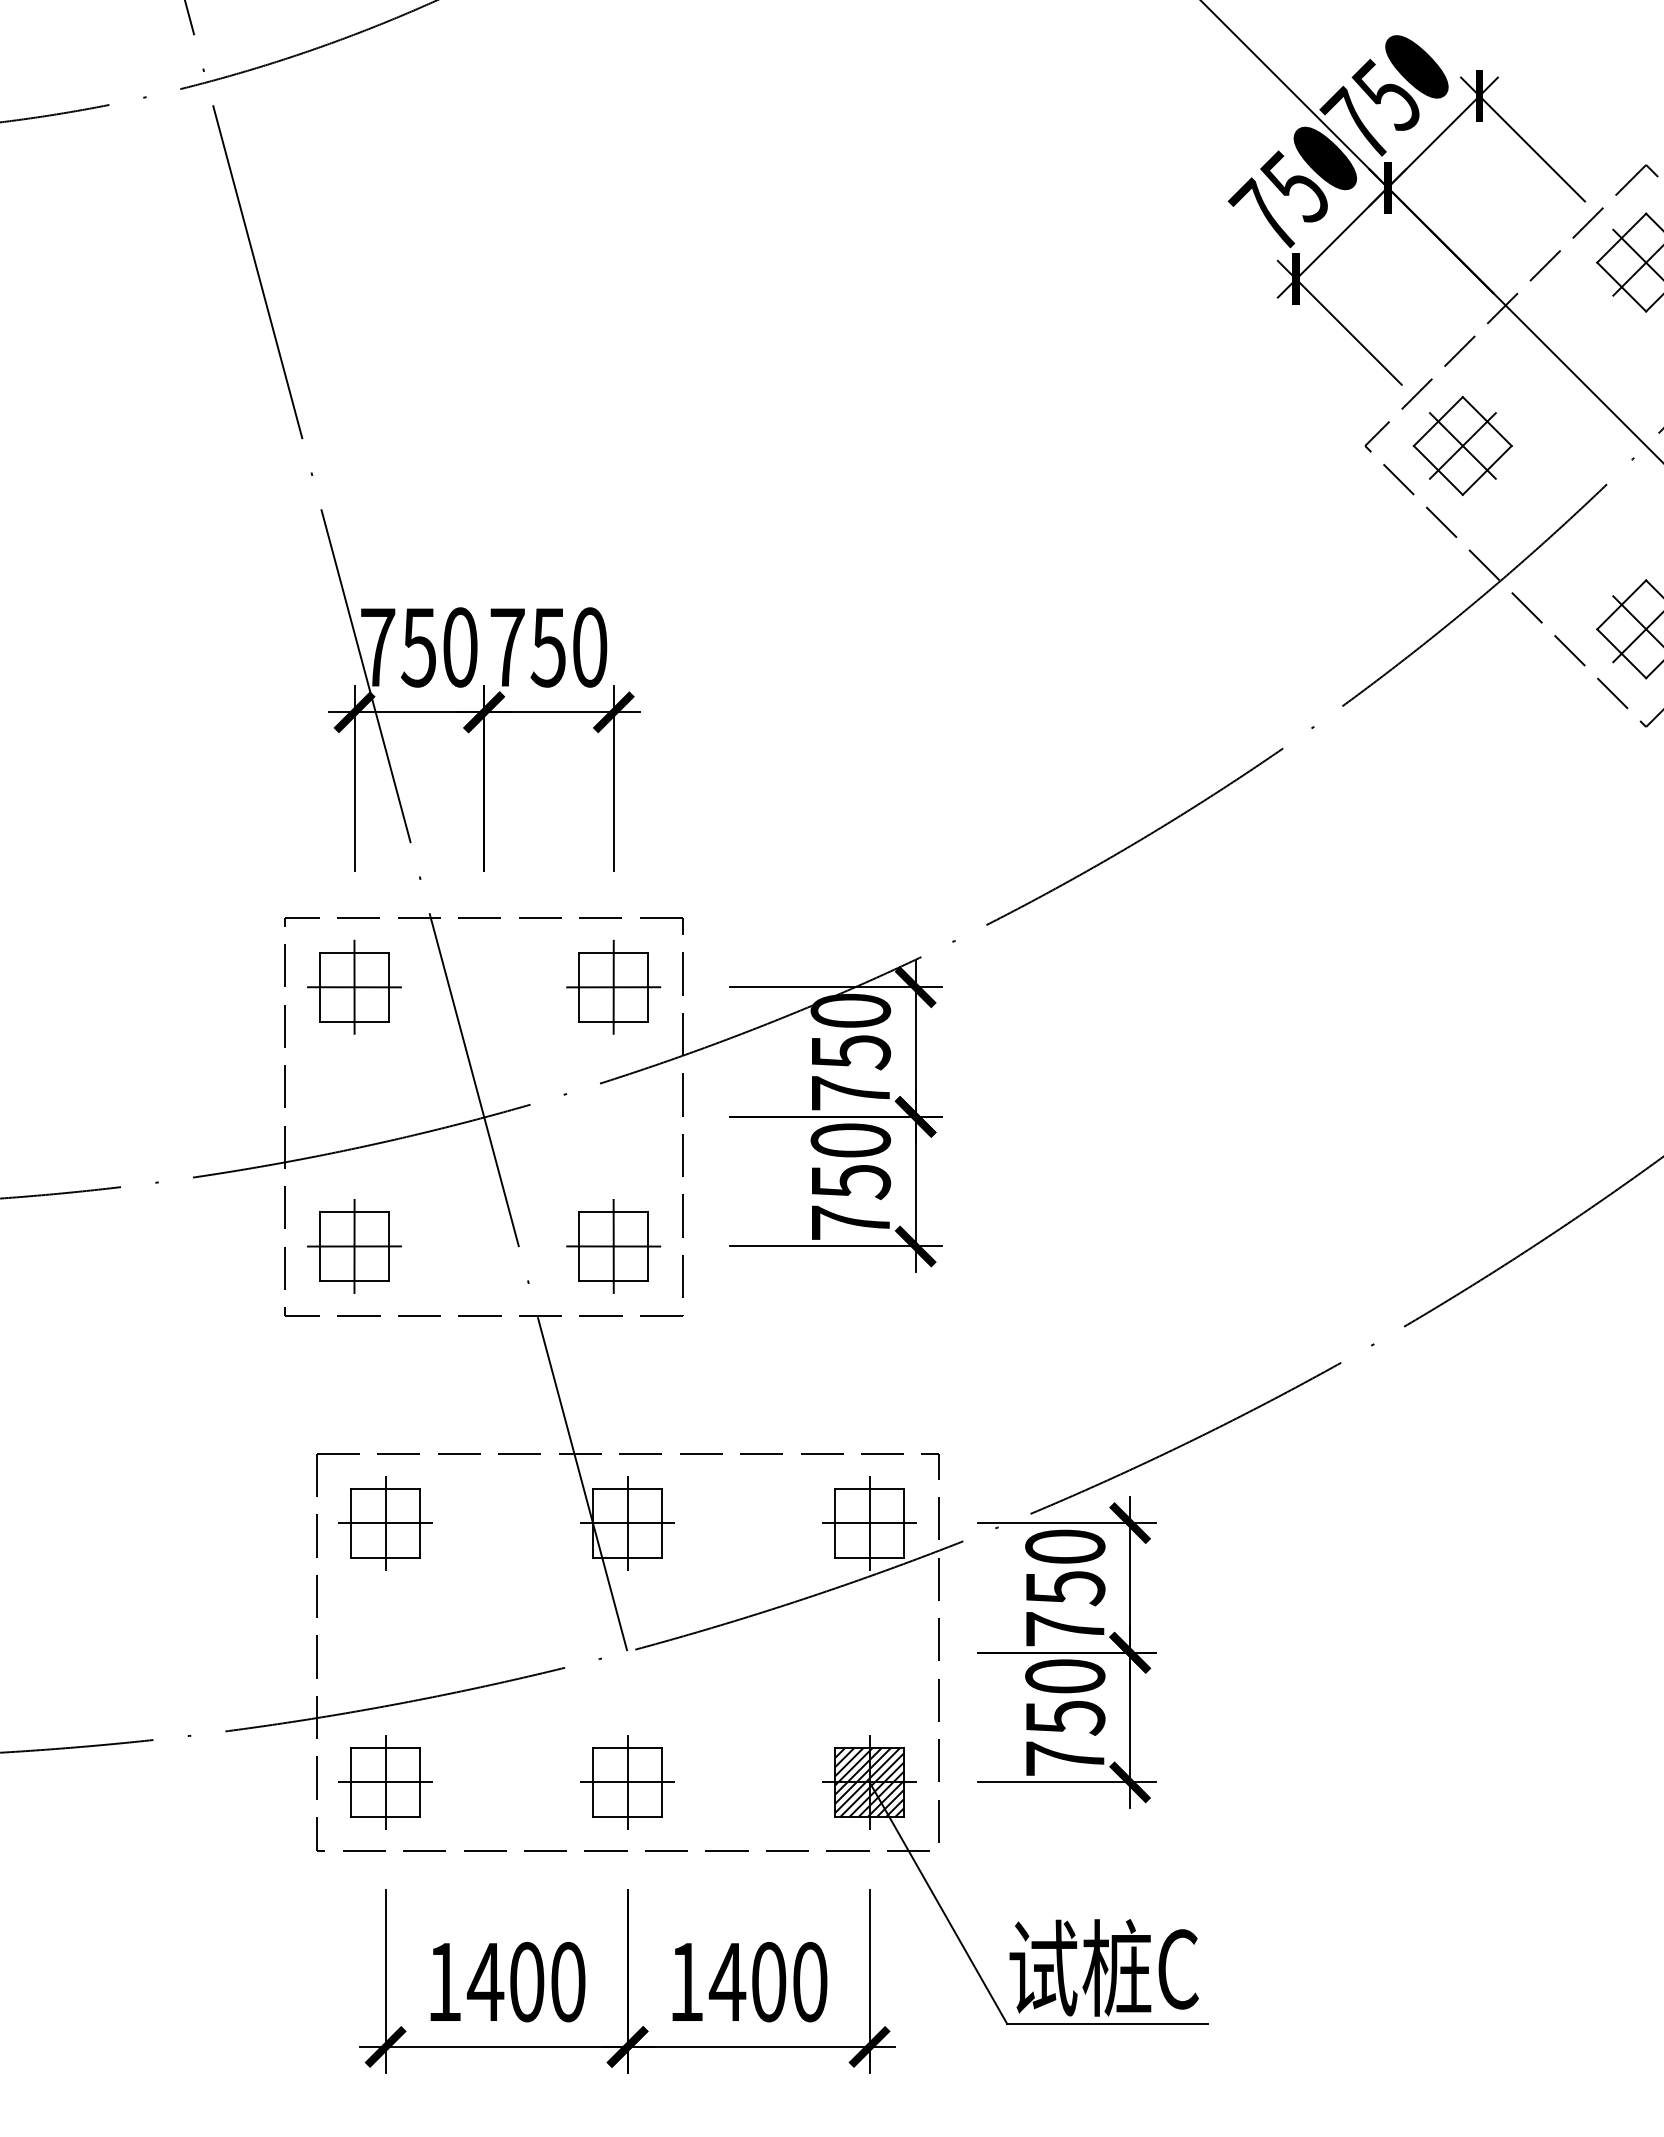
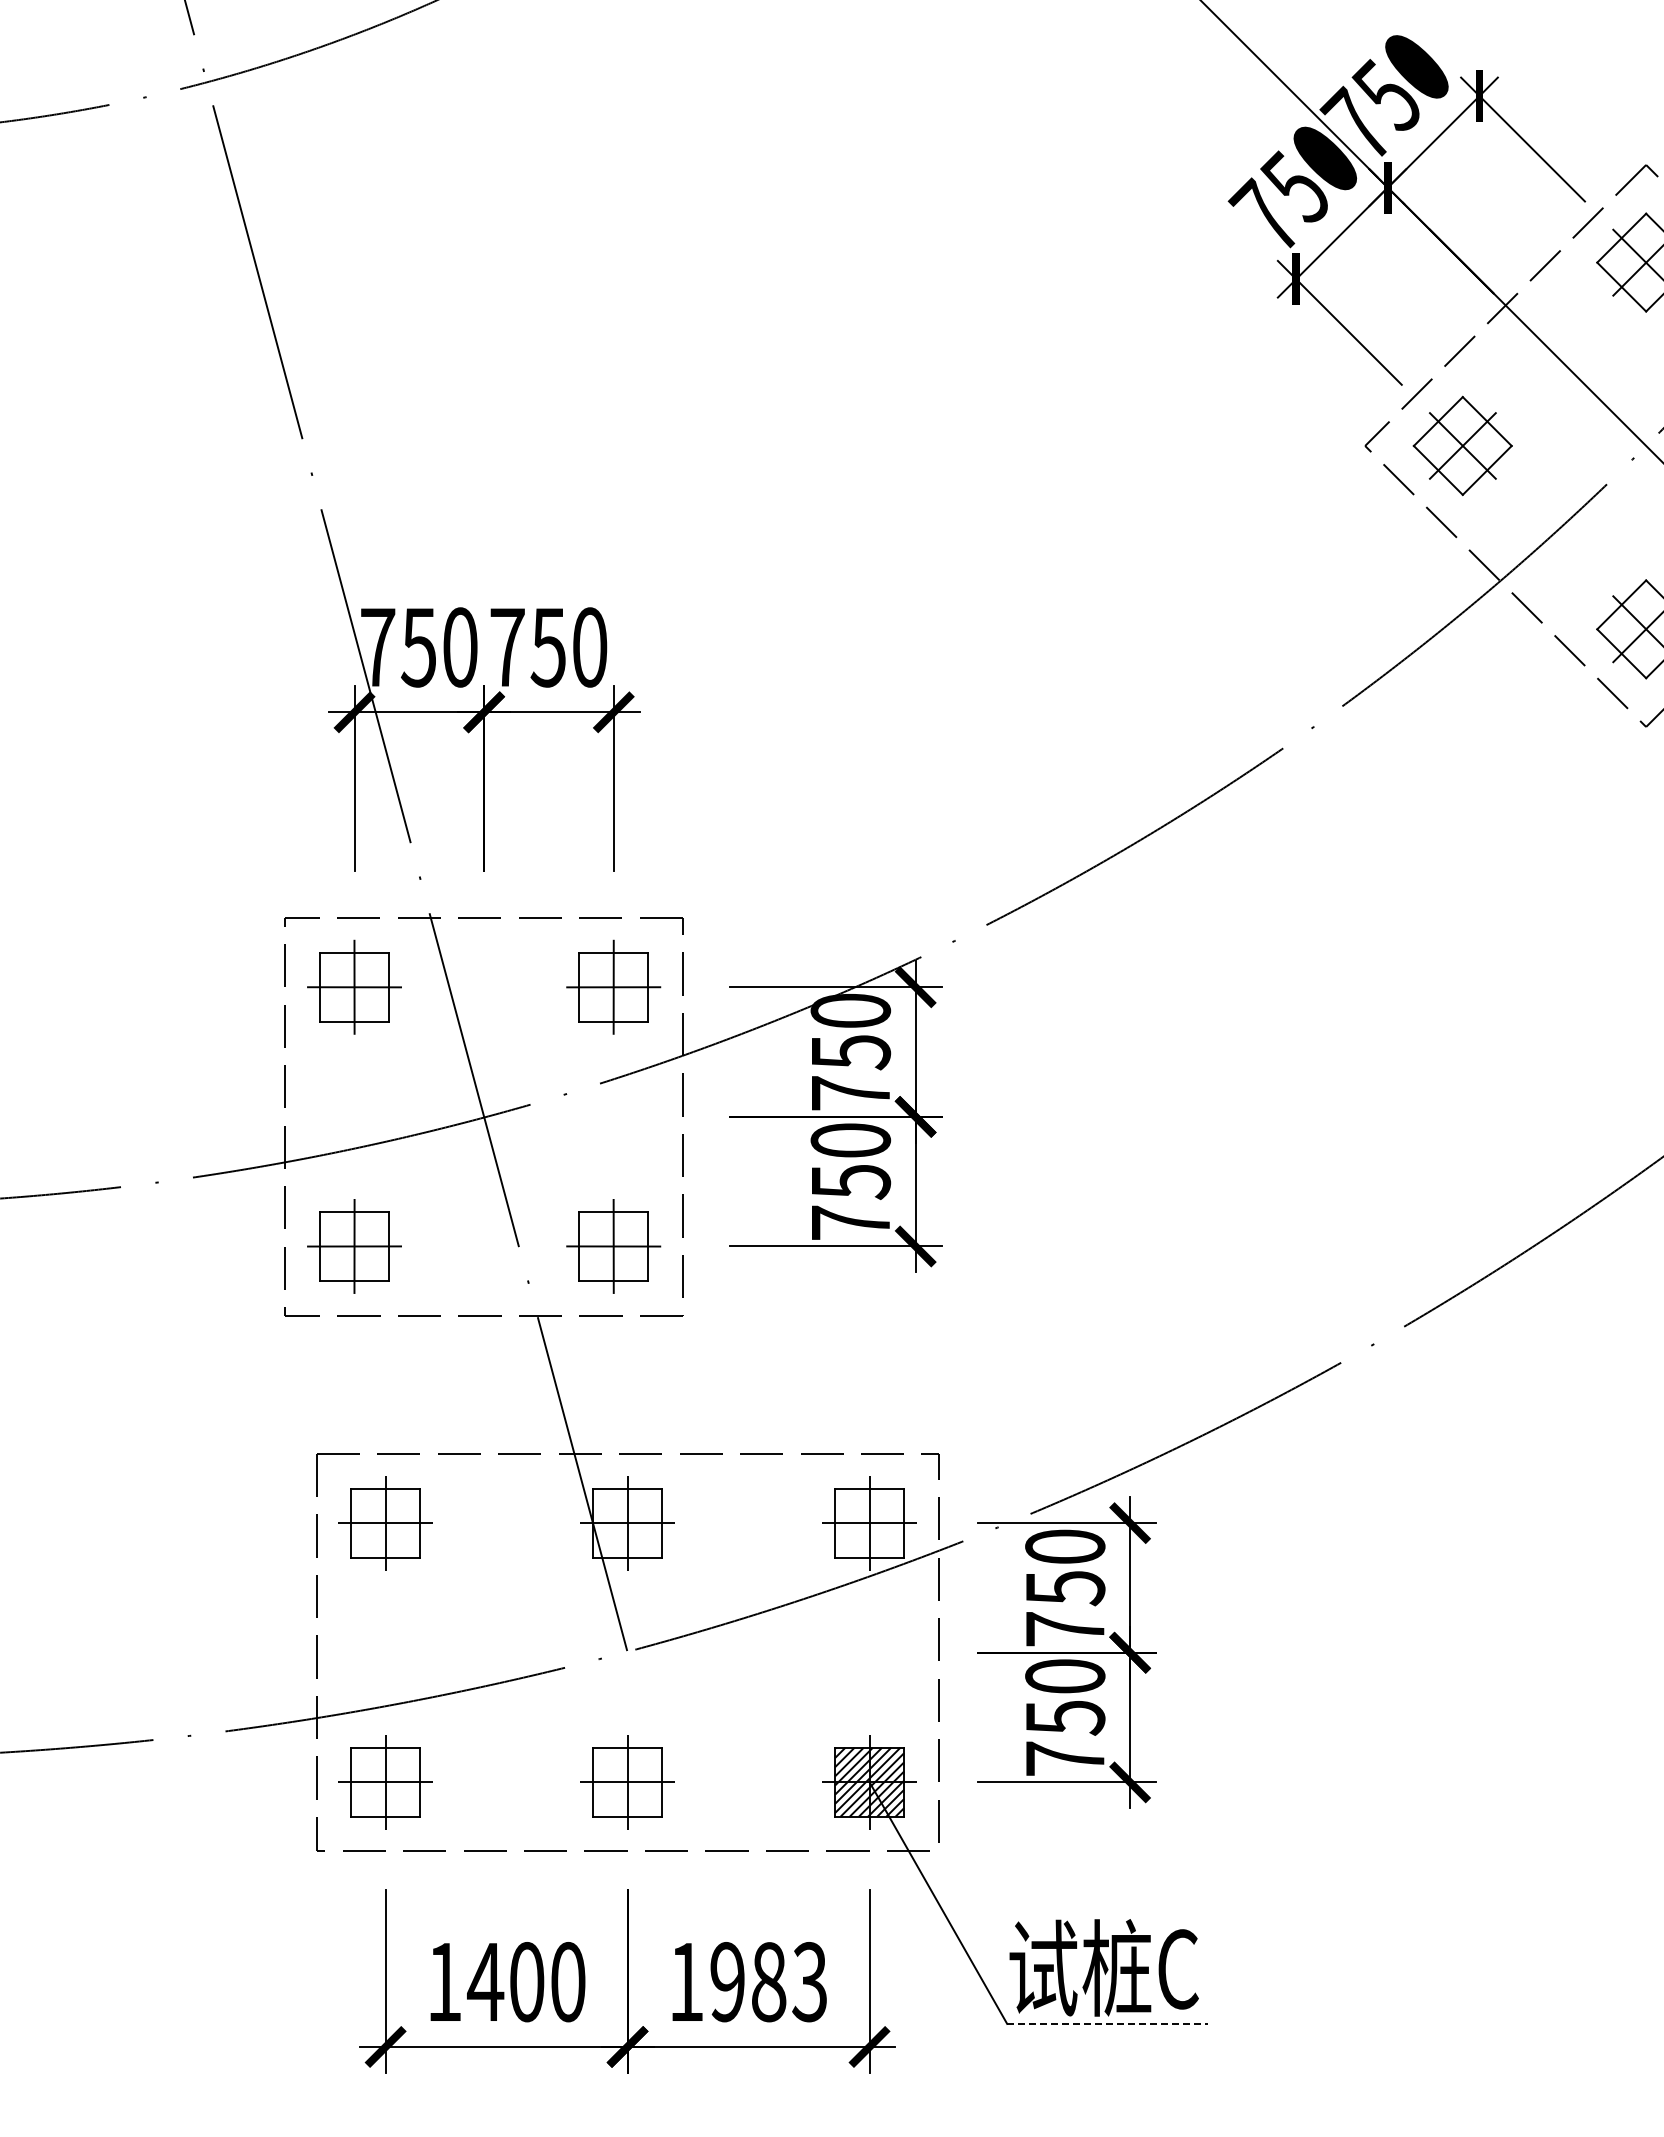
text at (767, 1982): 1400 -> 1983
line at (1107, 2023): solid -> dashed
